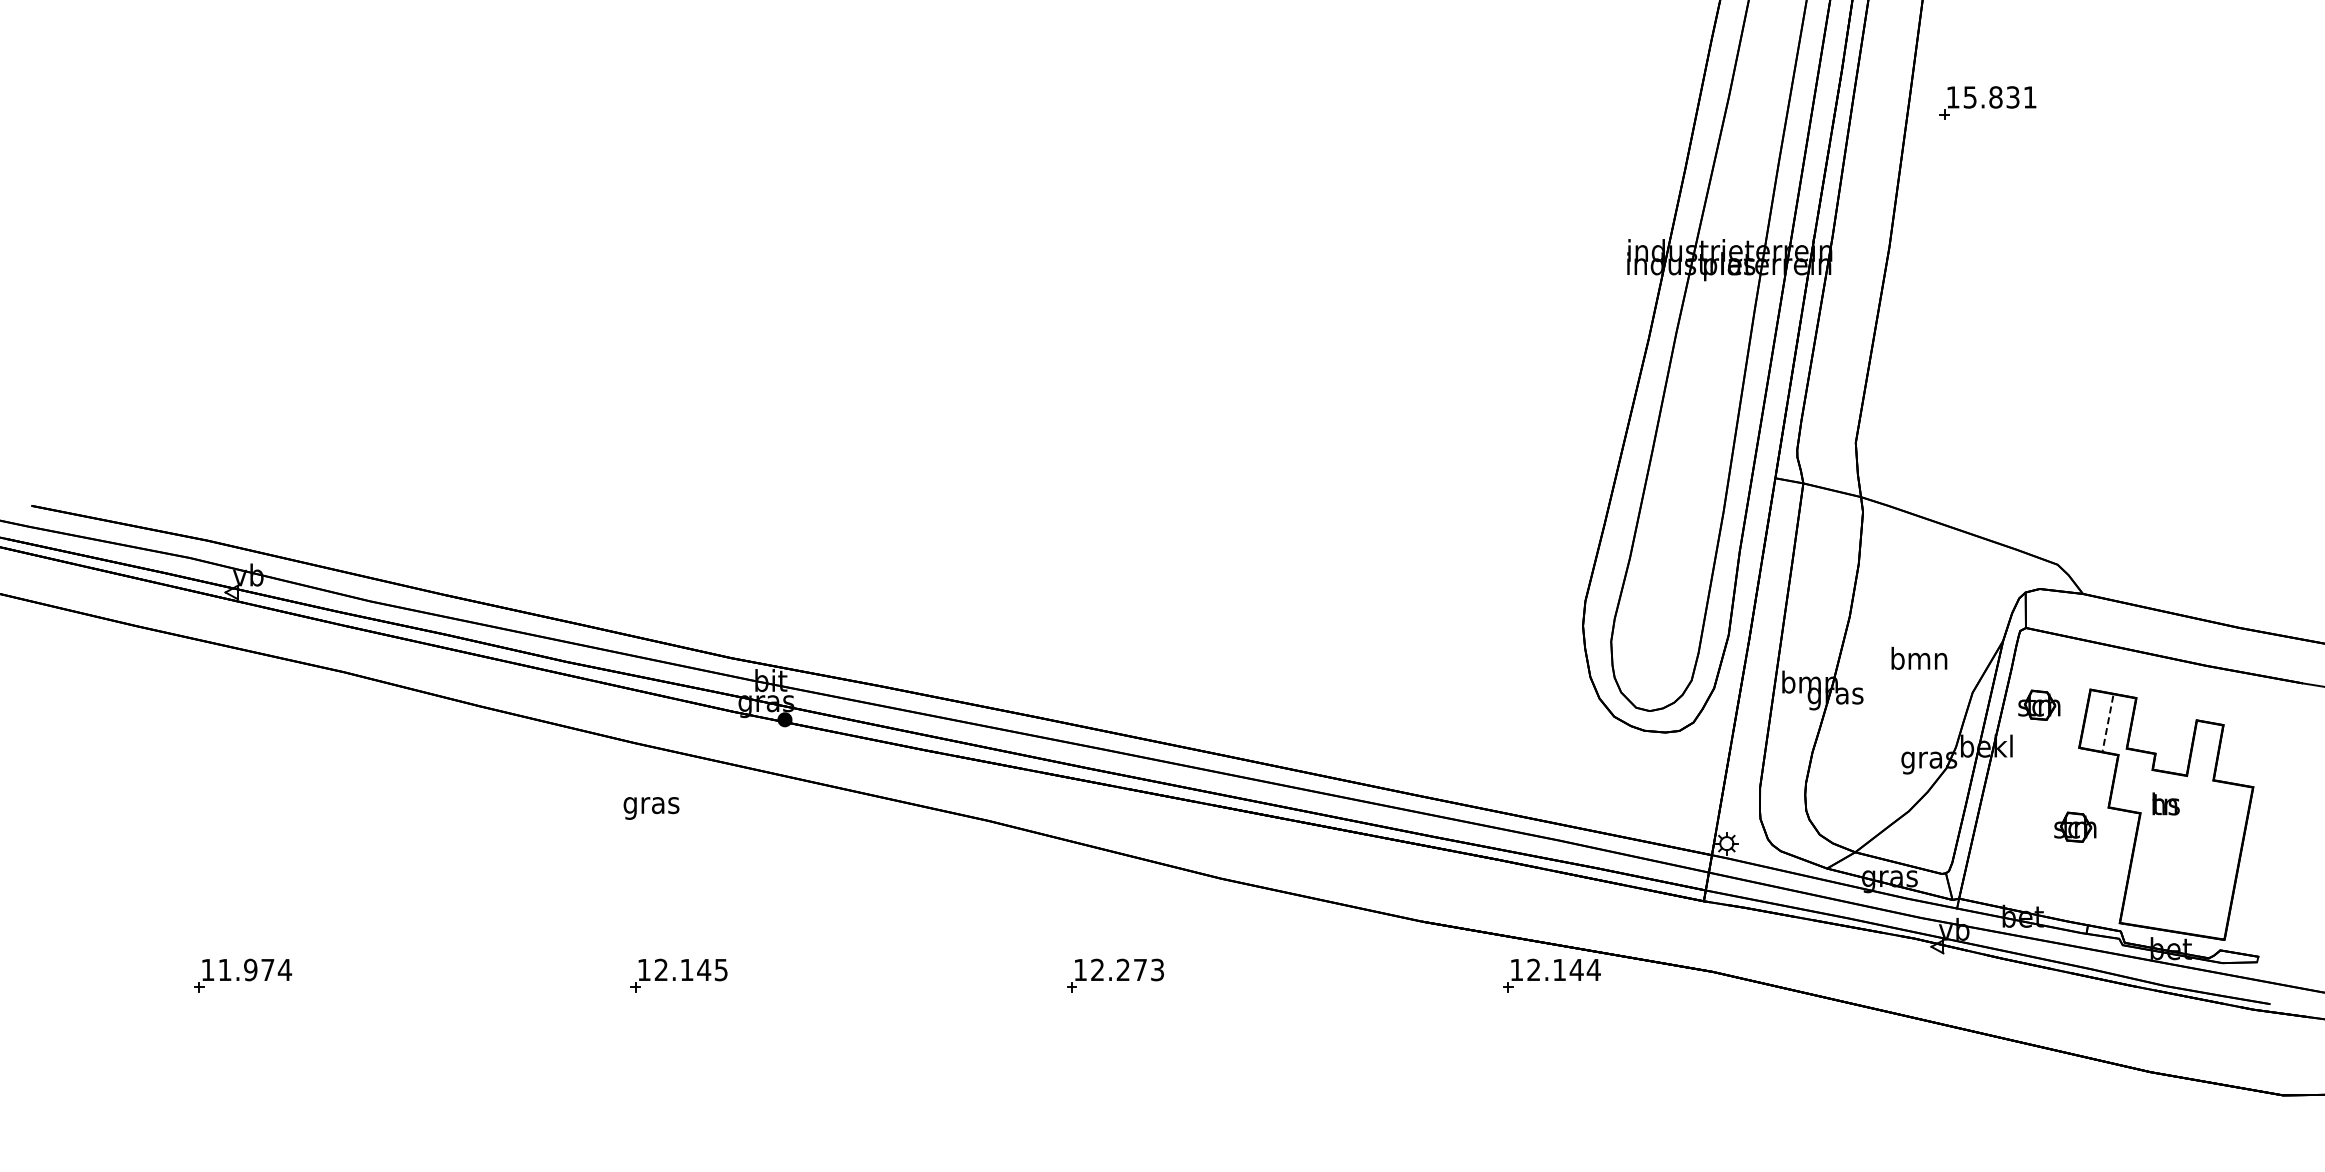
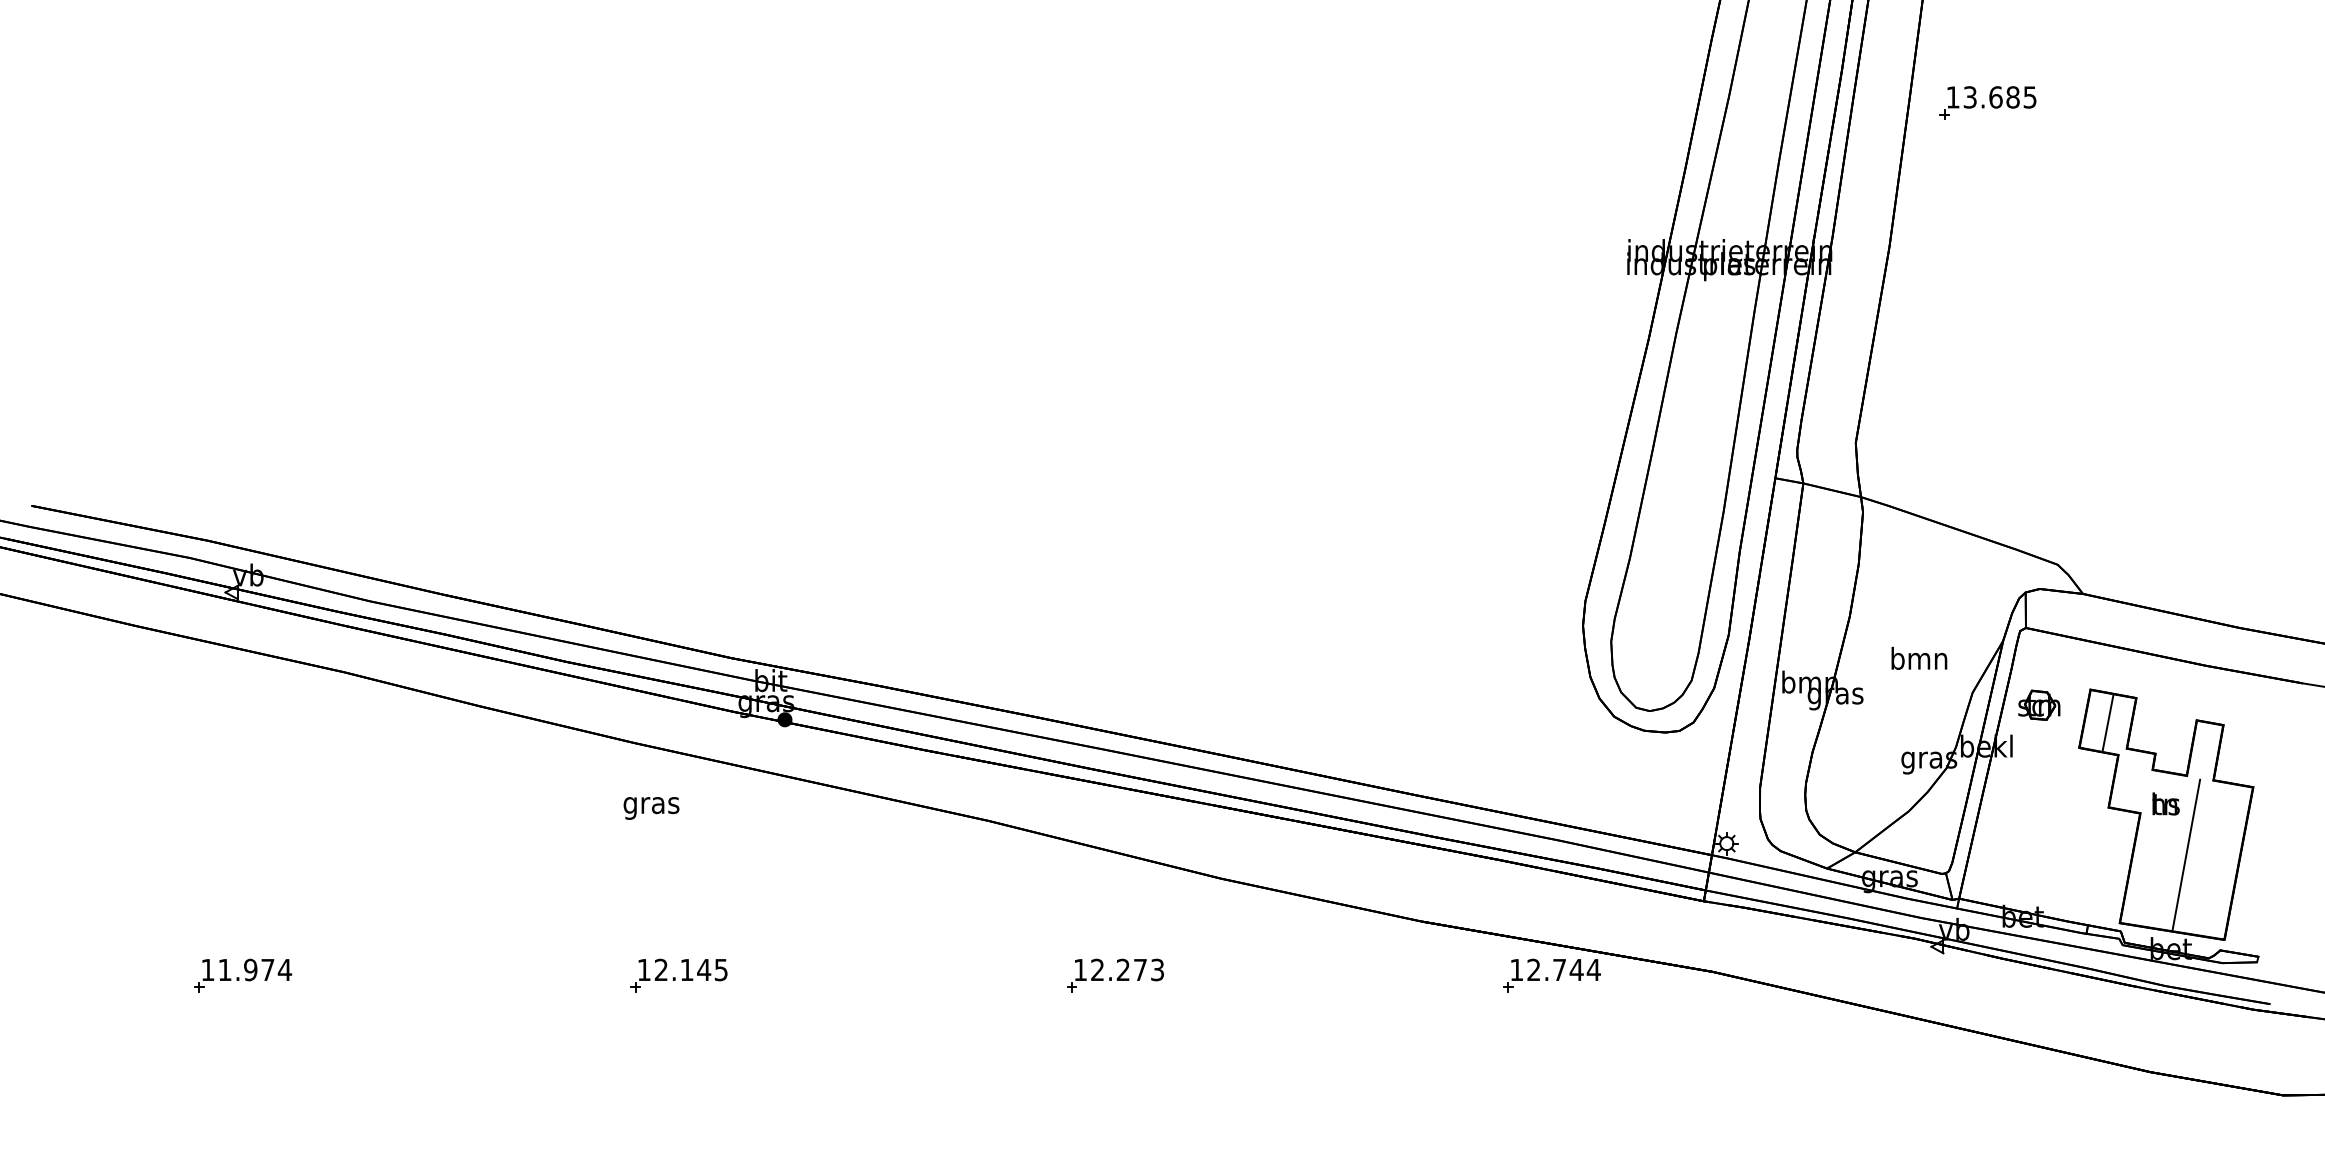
text at (2000, 97): 15.831 -> 13.685
line at (2107, 723): dashed -> solid
part at (2075, 826): present -> none
line at (2186, 854): none -> present
text at (1559, 969): 12.144 -> 12.744
